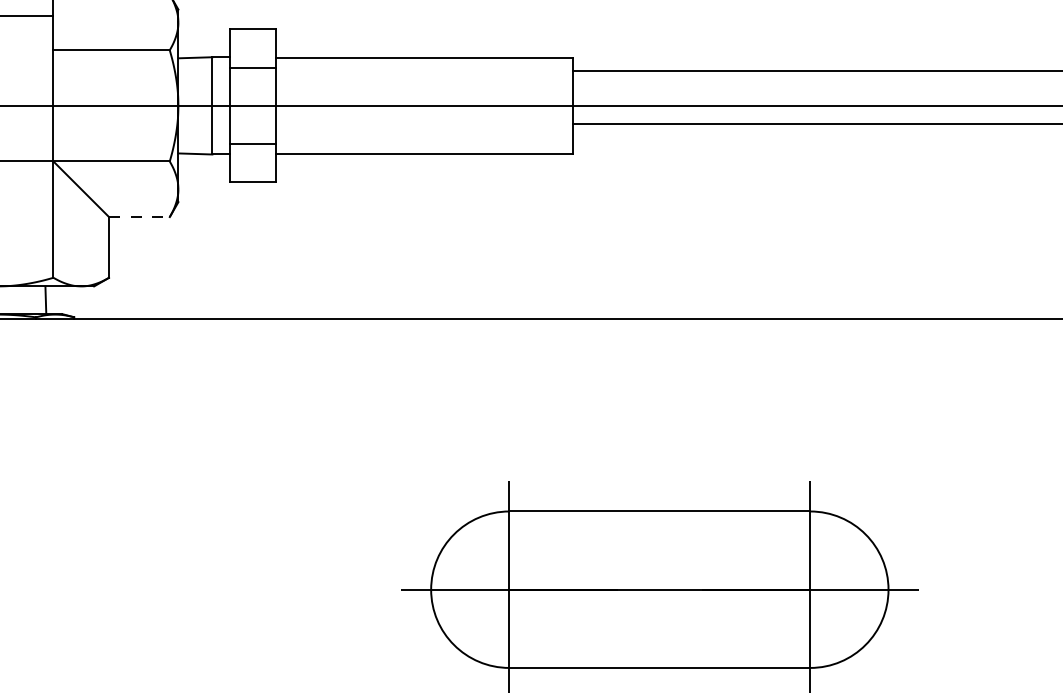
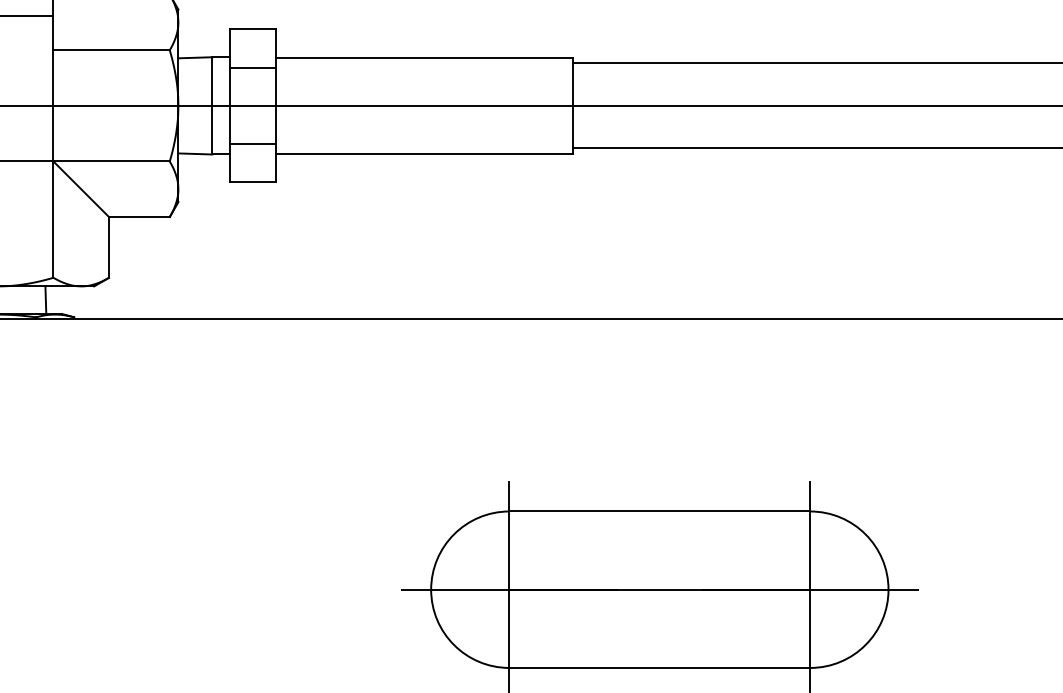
line at (816, 71) position: (816, 71) -> (816, 63)
line at (816, 124) position: (816, 124) -> (816, 148)
line at (139, 217): dashed -> solid
